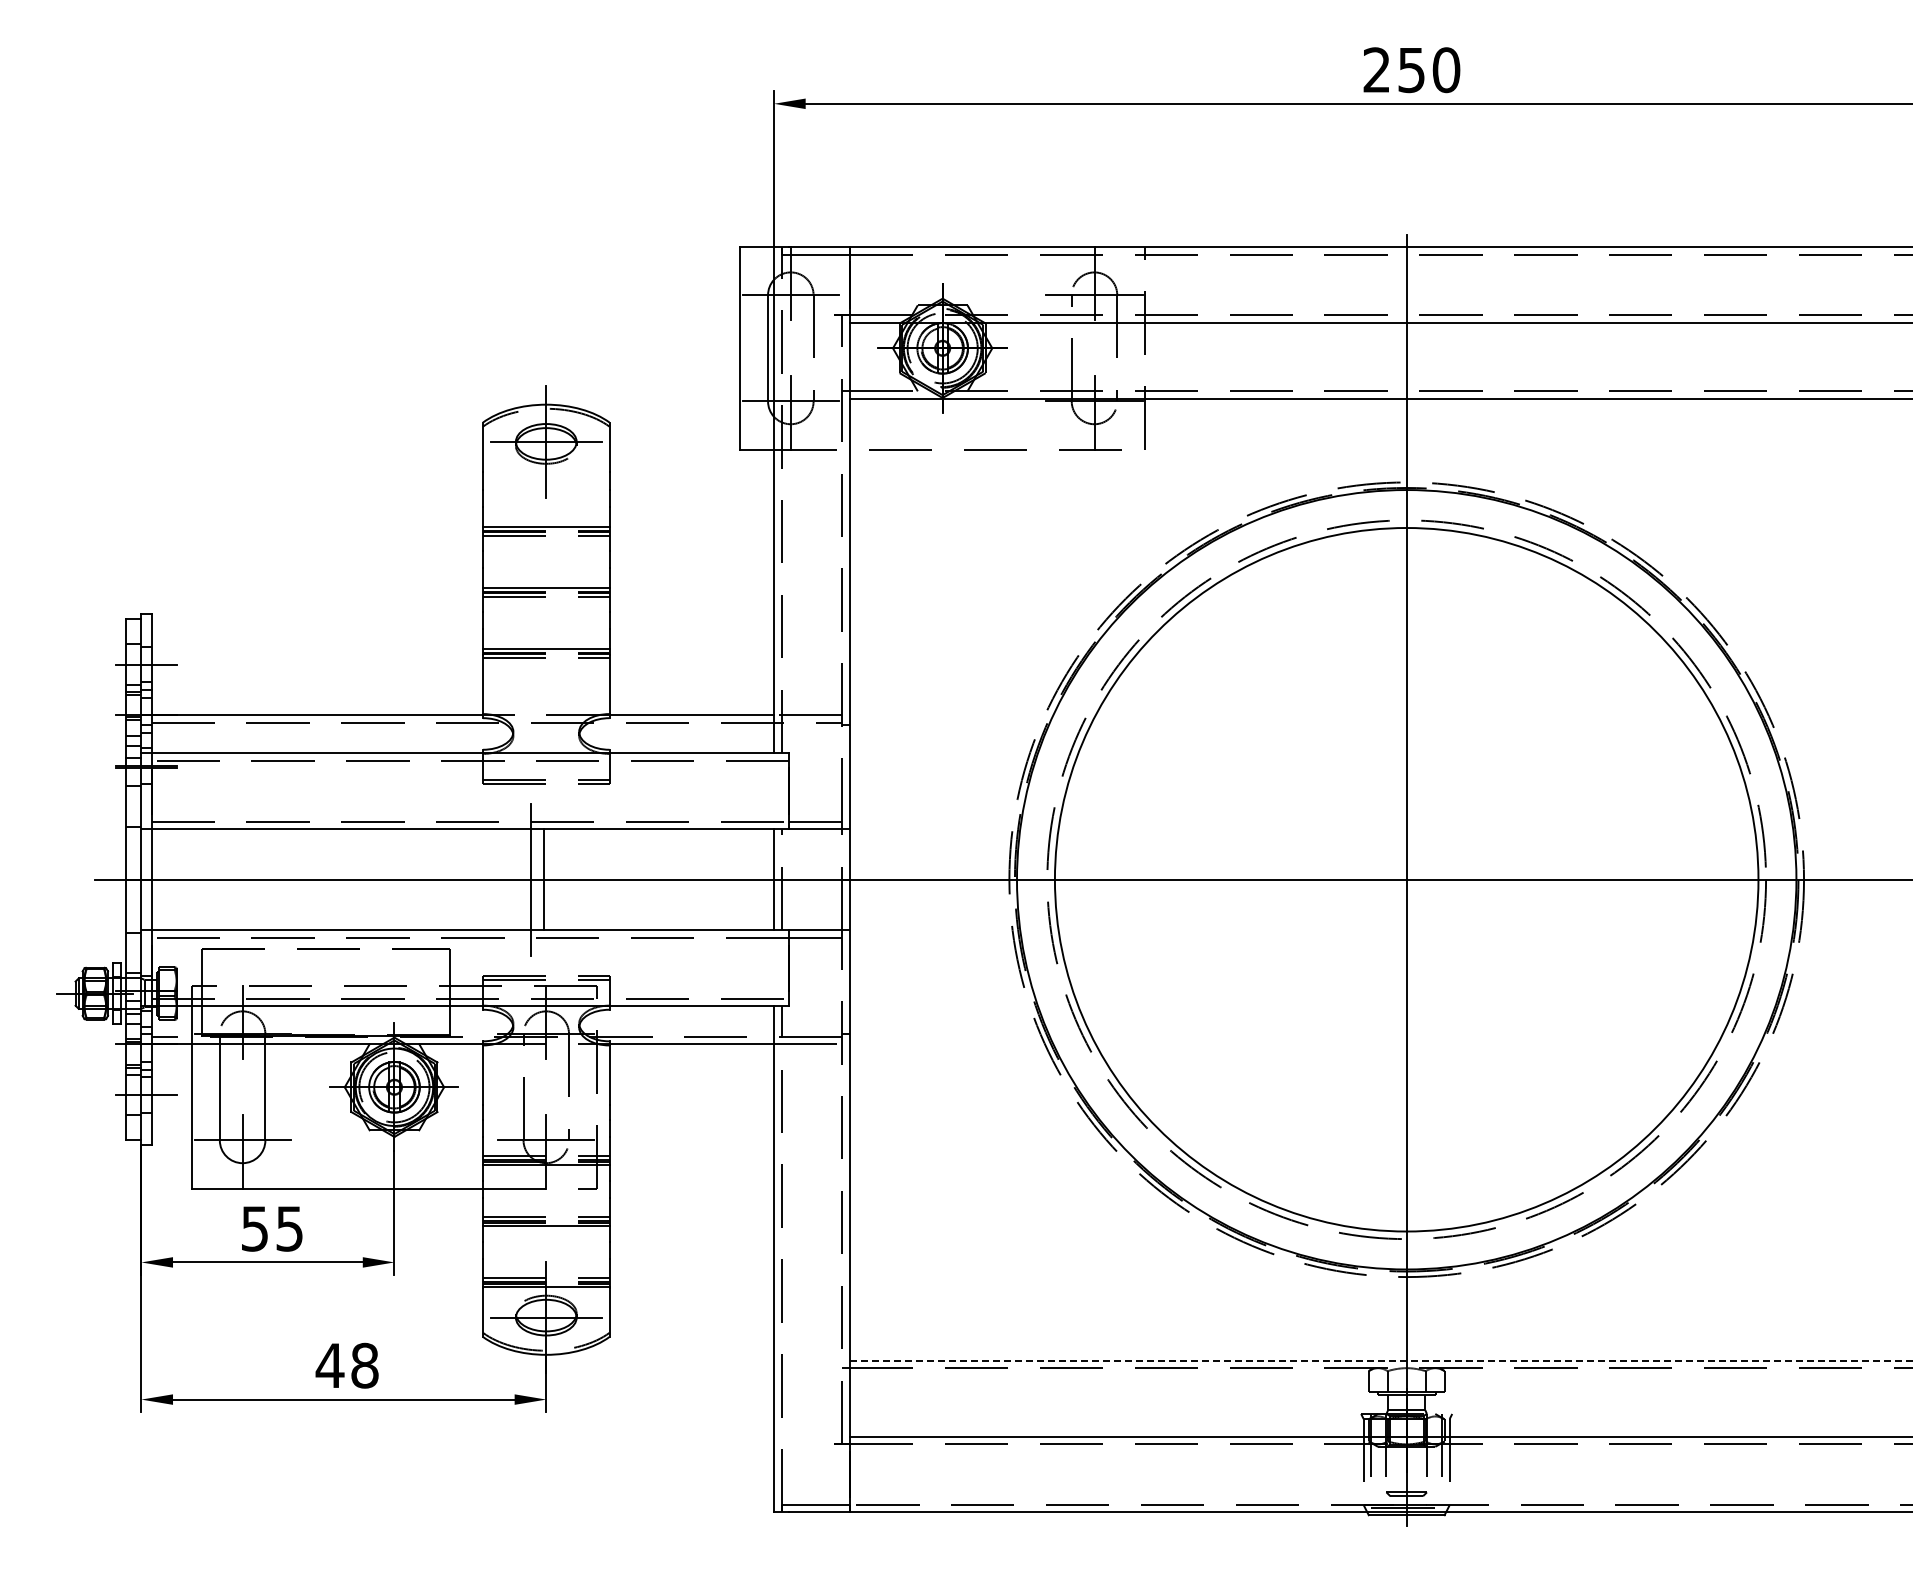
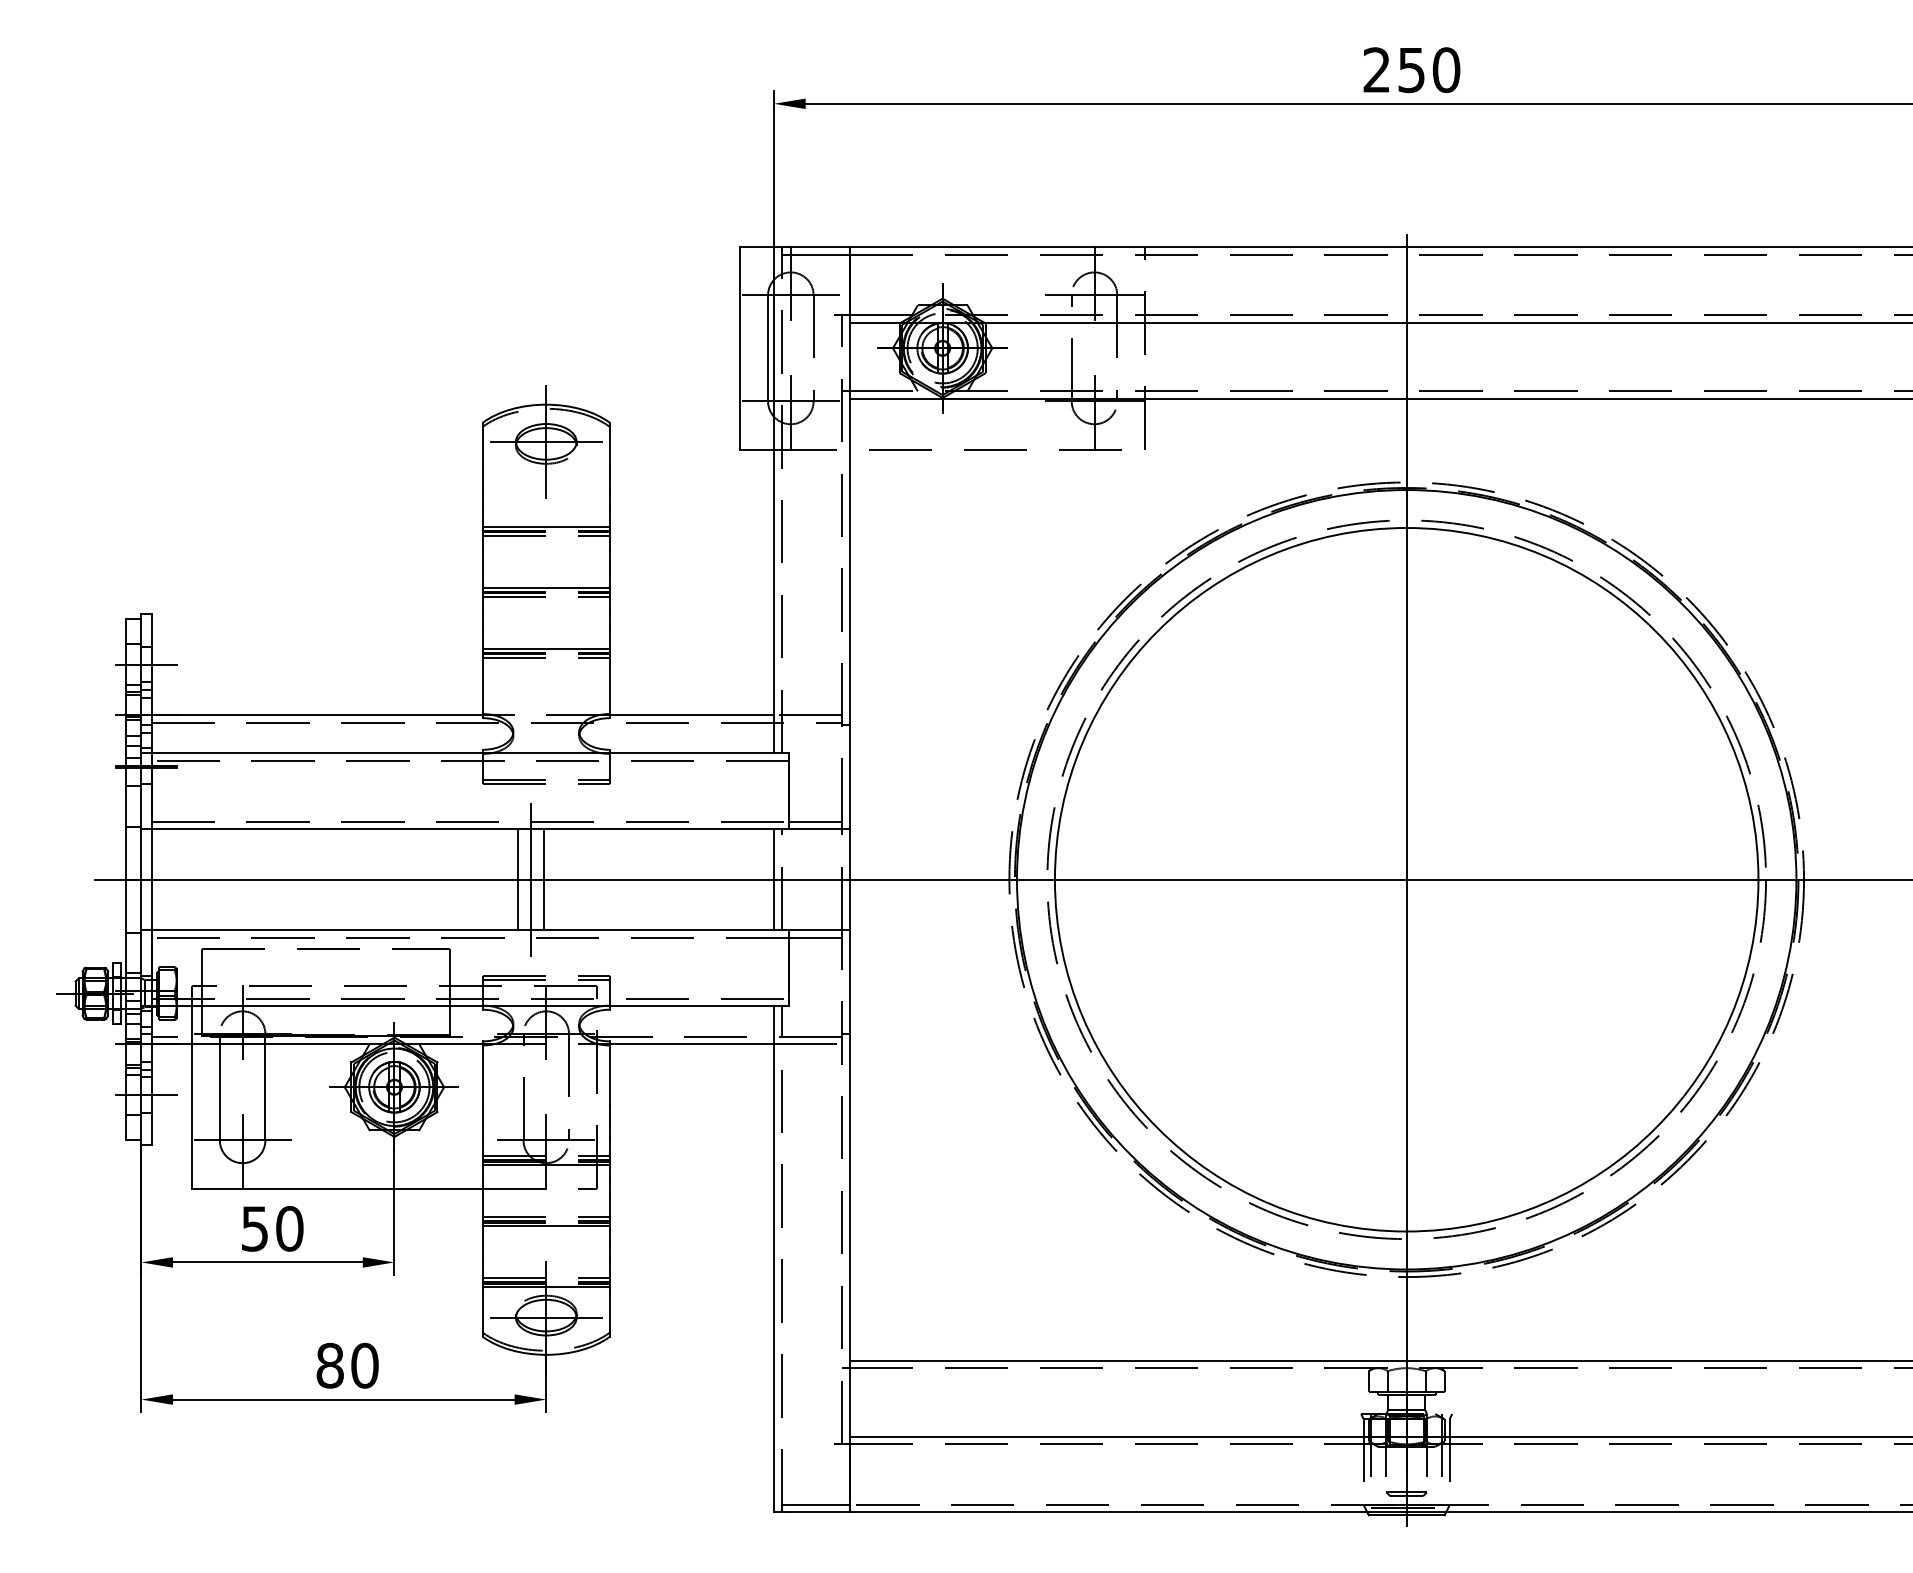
line at (518, 879): none -> present
text at (289, 1228): 55 -> 50
line at (1381, 1360): dashed -> solid
text at (346, 1365): 48 -> 80
